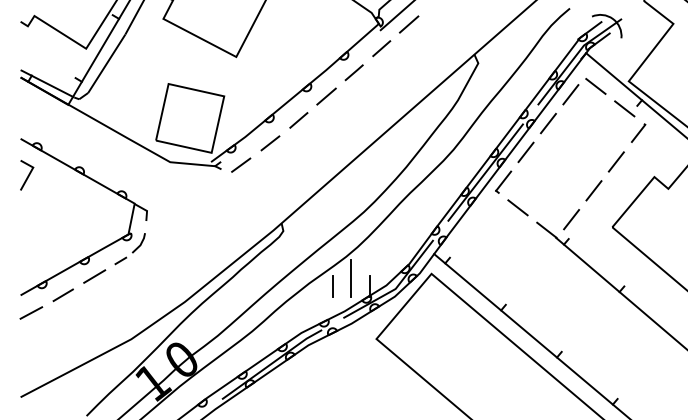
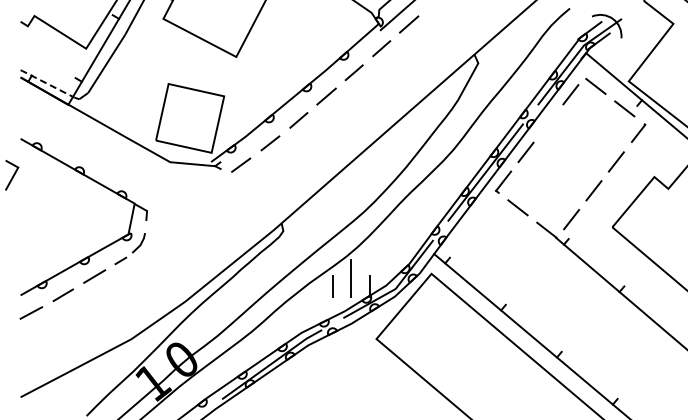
line at (46, 83): solid -> dashed
line at (547, 123): present -> none
line at (27, 175) position: (27, 175) -> (12, 175)
